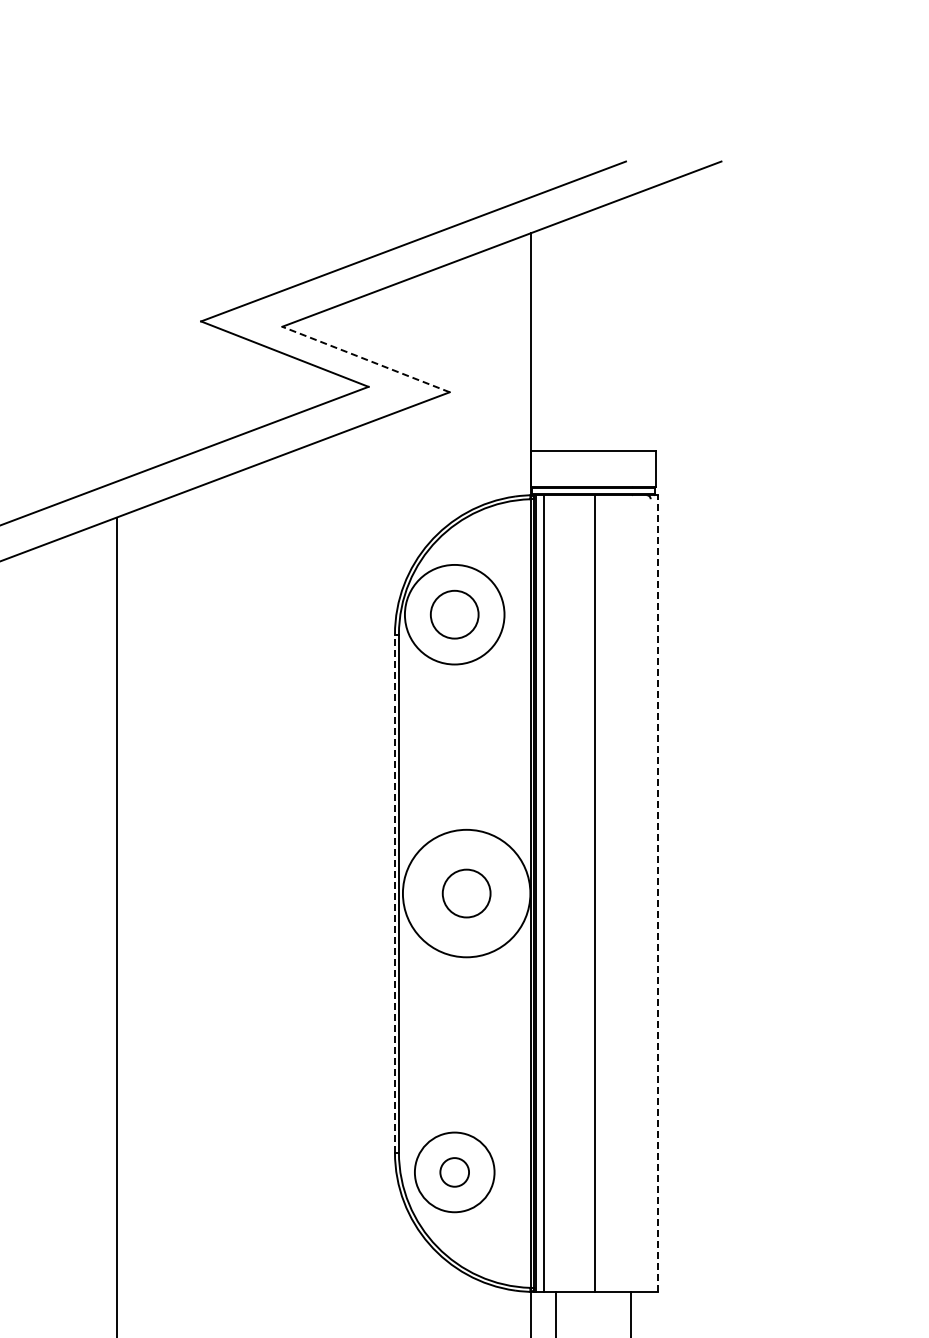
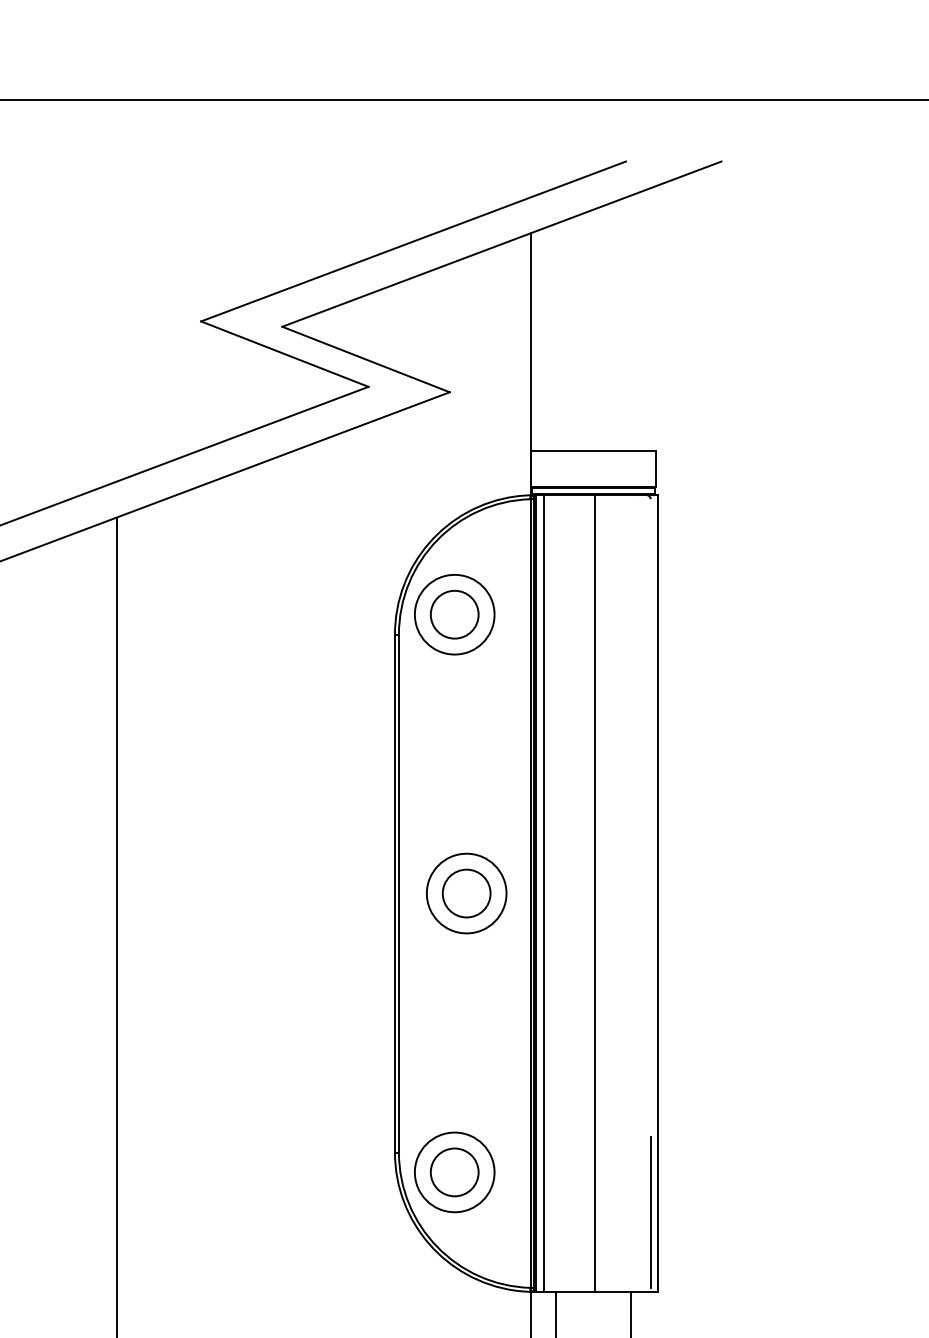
line at (463, 99): none -> present
line at (366, 359): dashed -> solid
circle at (454, 614) diameter: 100 px -> 80 px
line at (394, 893): dashed -> solid
circle at (466, 893) diameter: 127 px -> 80 px
line at (658, 893): dashed -> solid
circle at (454, 1172) diameter: 29 px -> 48 px
line at (650, 1211): none -> present
